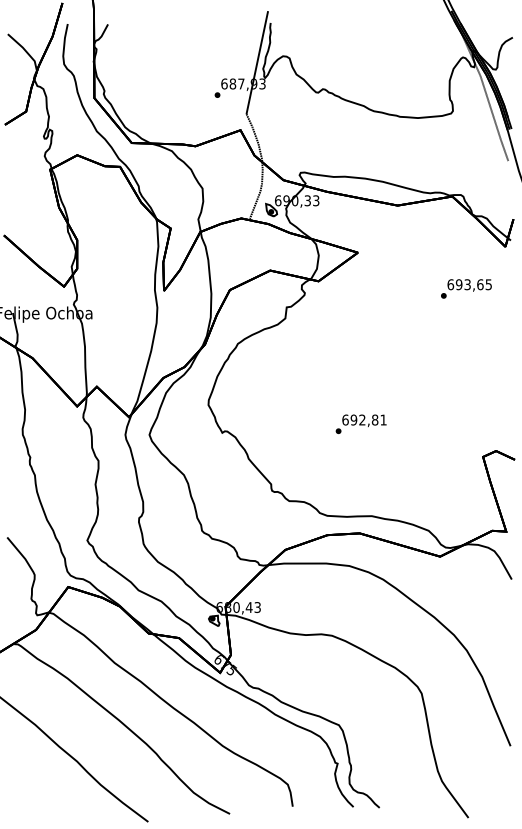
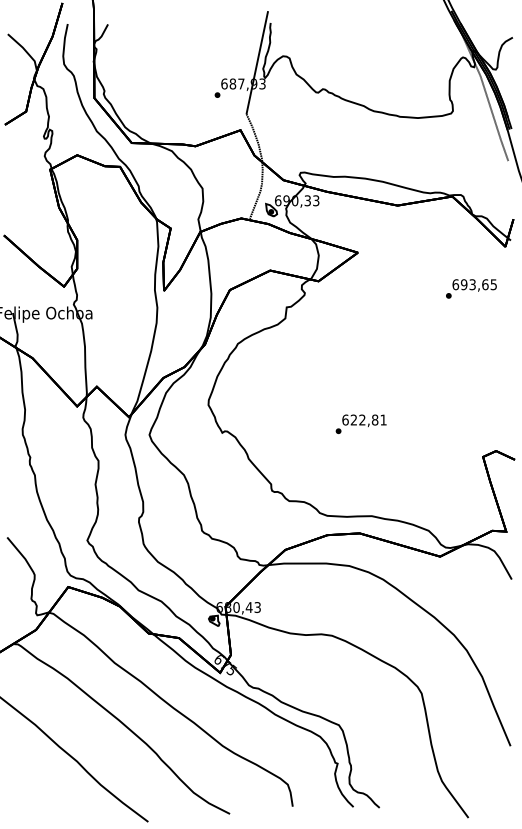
text at (466, 288) position: (466, 288) -> (471, 288)
text at (353, 419): 692,81 -> 622,81
